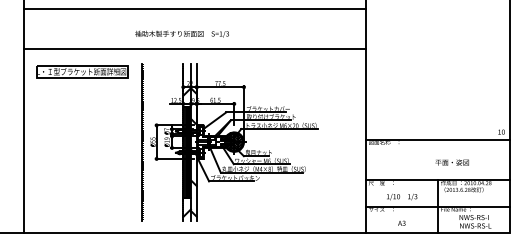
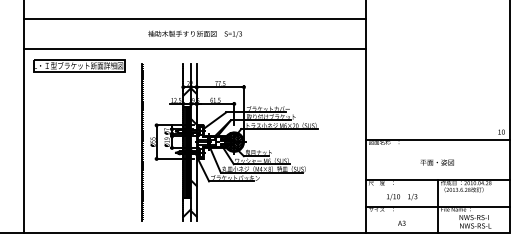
line at (194, 8) position: (194, 8) -> (194, 18)
text at (181, 33) position: (181, 33) -> (194, 33)
part at (82, 71) position: (82, 71) -> (79, 65)
text at (451, 162) position: (451, 162) -> (436, 162)
